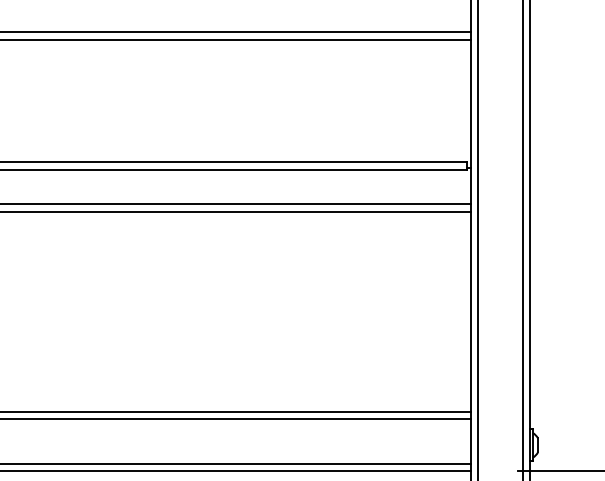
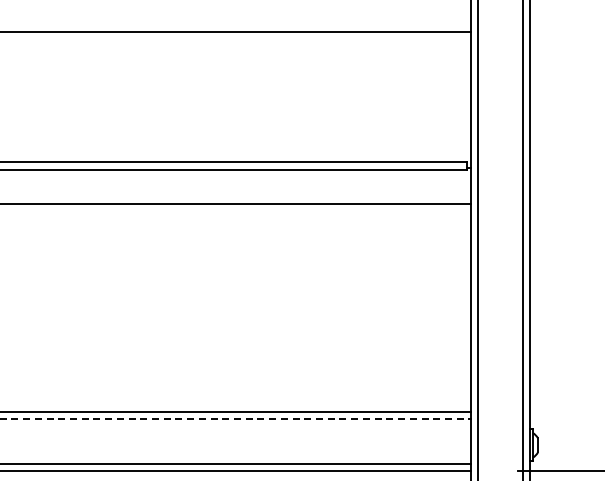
line at (236, 39): present -> none
line at (236, 211): present -> none
line at (236, 419): solid -> dashed
